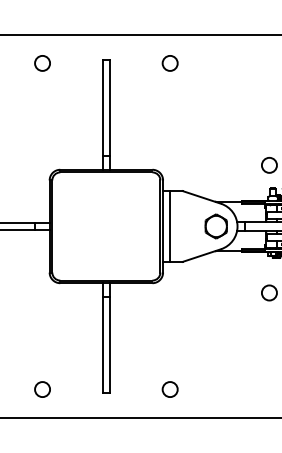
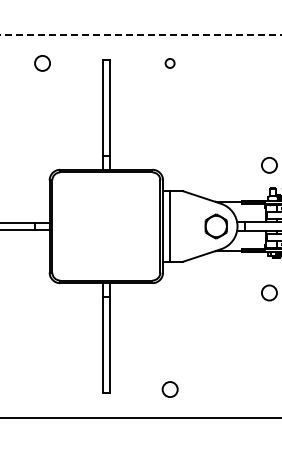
line at (140, 35): solid -> dashed
circle at (169, 63) size: 18x17 px -> 12x11 px
circle at (42, 389): present -> none
